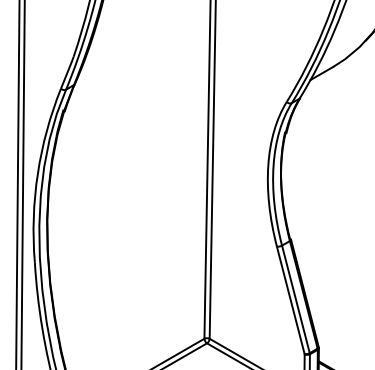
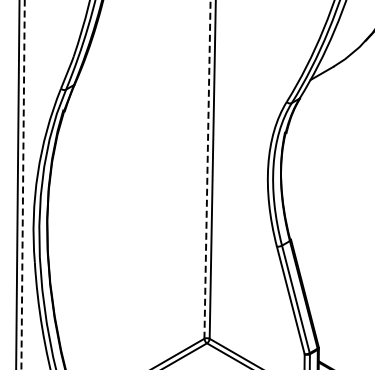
line at (207, 168): solid -> dashed
line at (23, 185): solid -> dashed
